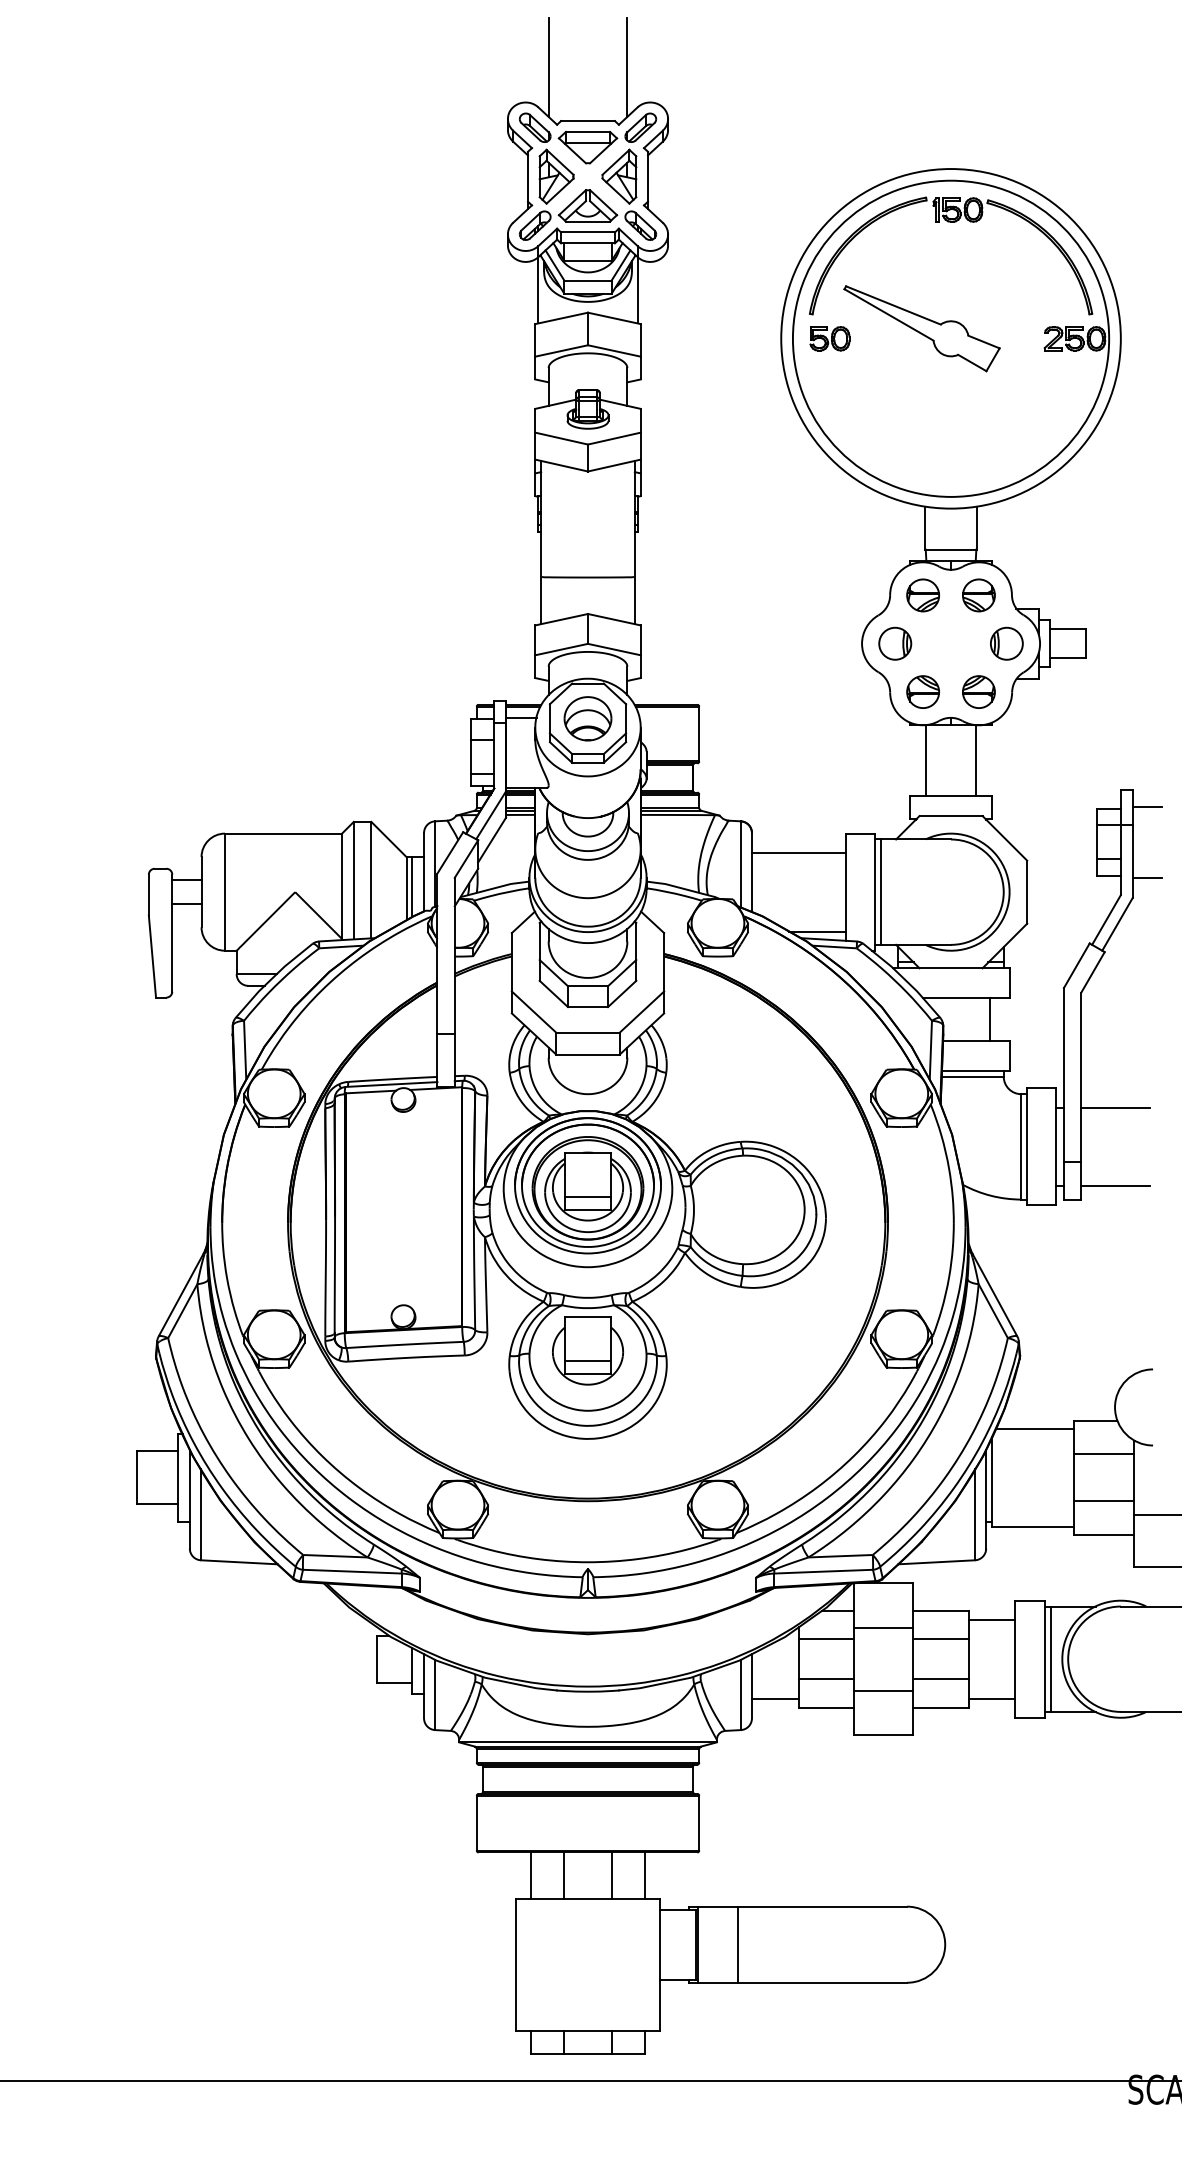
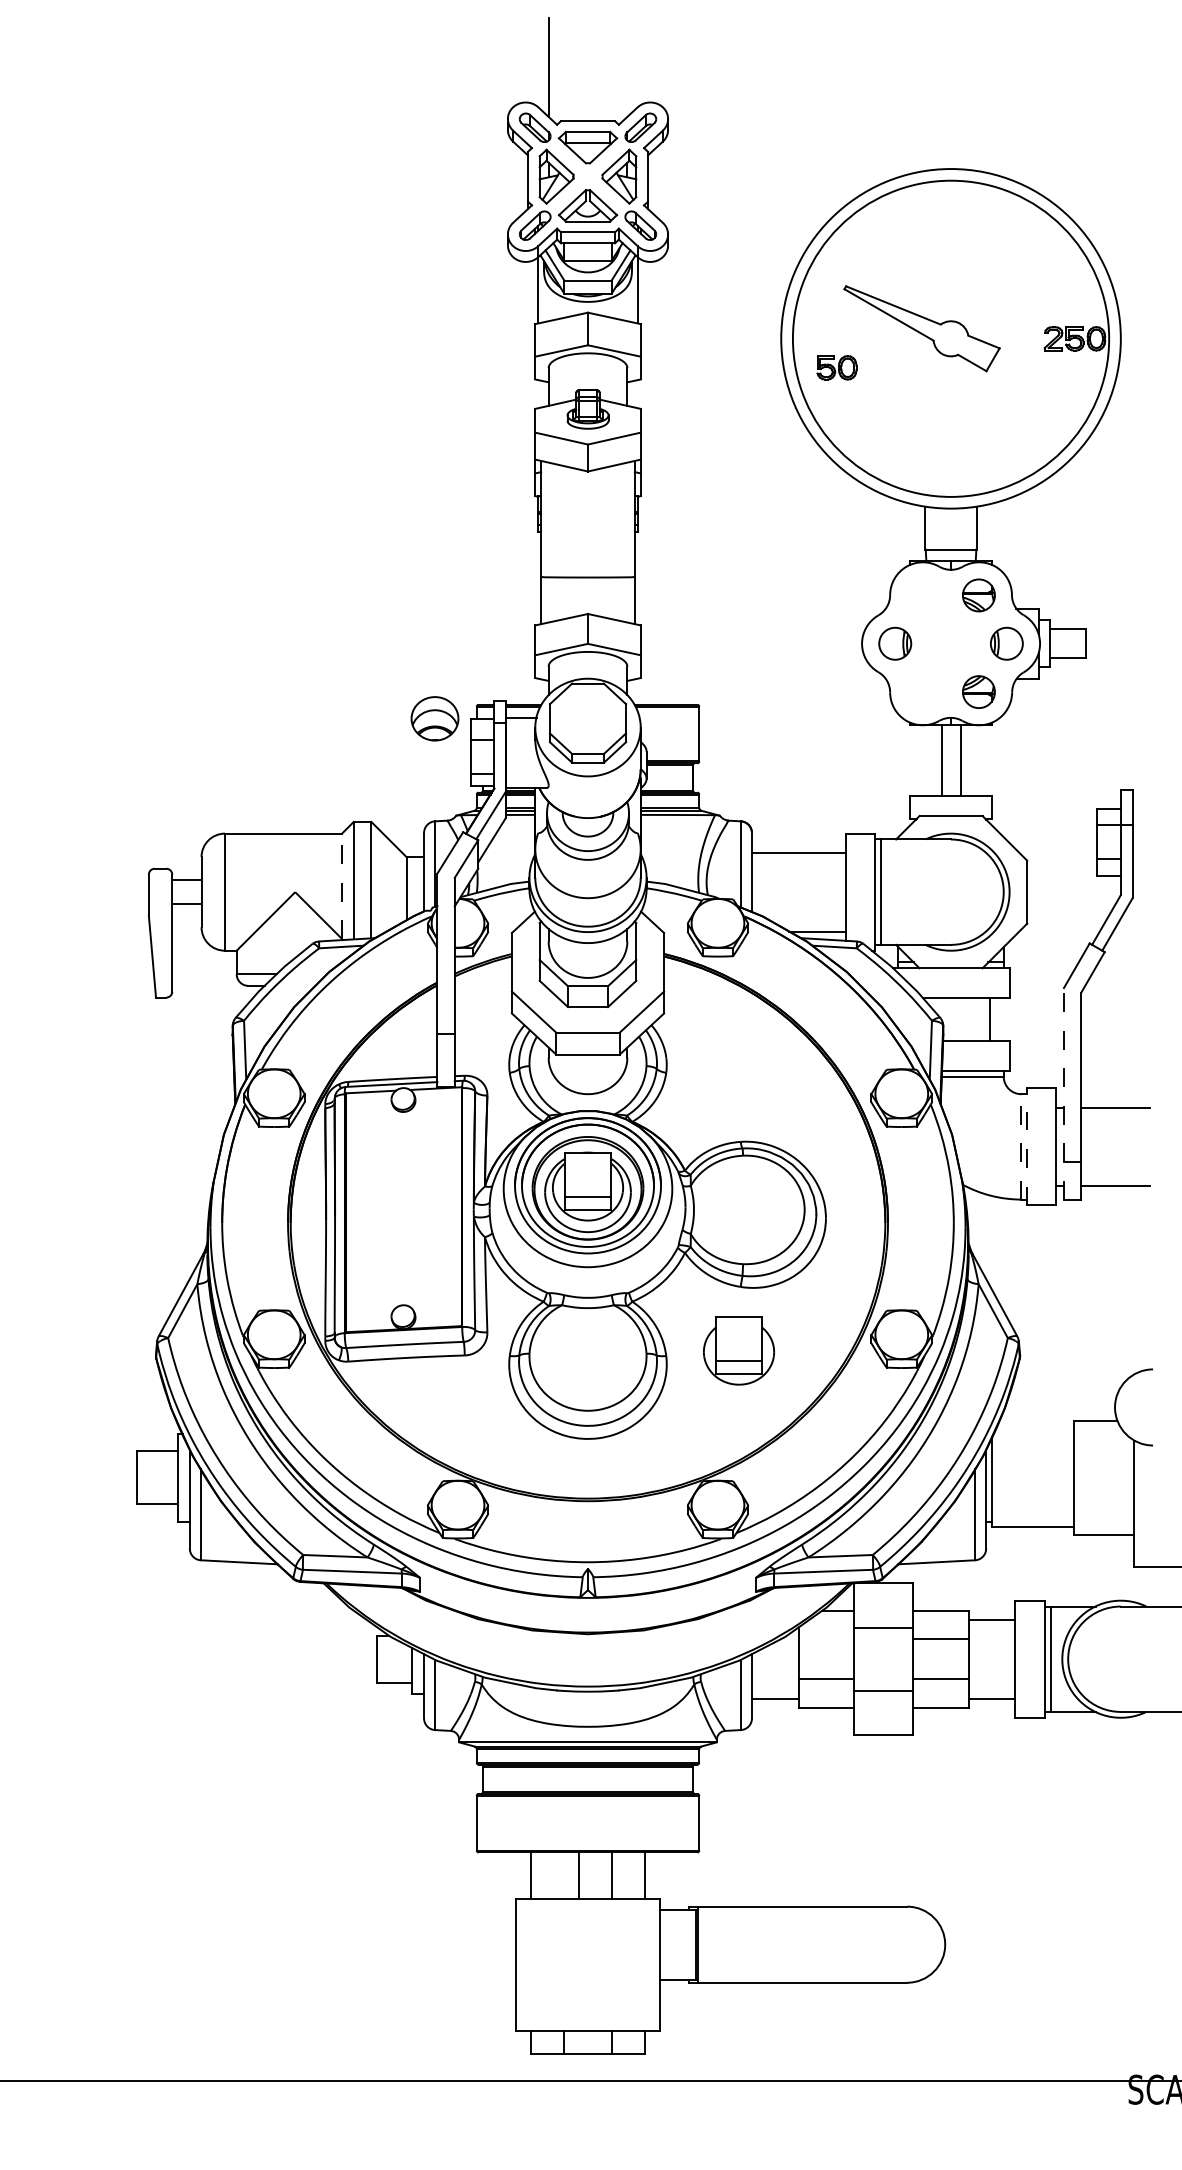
line at (627, 66): present -> none
part at (951, 222): present -> none
part at (829, 338) position: (829, 338) -> (836, 367)
part at (922, 595): present -> none
part at (922, 691): present -> none
part at (587, 718) position: (587, 718) -> (434, 718)
line at (925, 760) position: (925, 760) -> (960, 760)
line at (976, 760) position: (976, 760) -> (942, 760)
line at (1146, 807): present -> none
line at (1146, 877): present -> none
line at (342, 886): solid -> dashed
line at (412, 886): present -> none
line at (1063, 1093): solid -> dashed
line at (1021, 1146): solid -> dashed
line at (1027, 1146): solid -> dashed
part at (587, 1350) position: (587, 1350) -> (738, 1350)
line at (1034, 1428): present -> none
line at (1104, 1454): present -> none
line at (1104, 1501): present -> none
line at (1156, 1514): present -> none
line at (826, 1639): present -> none
line at (564, 1875) position: (564, 1875) -> (579, 1875)
line at (738, 1944): present -> none
